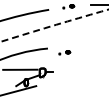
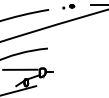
arc at (54, 25): dashed -> solid
part at (64, 52): present -> none
